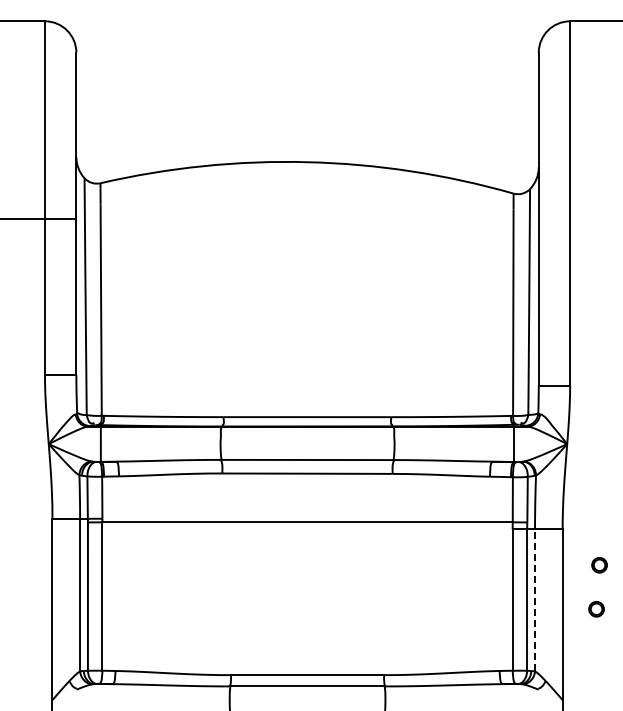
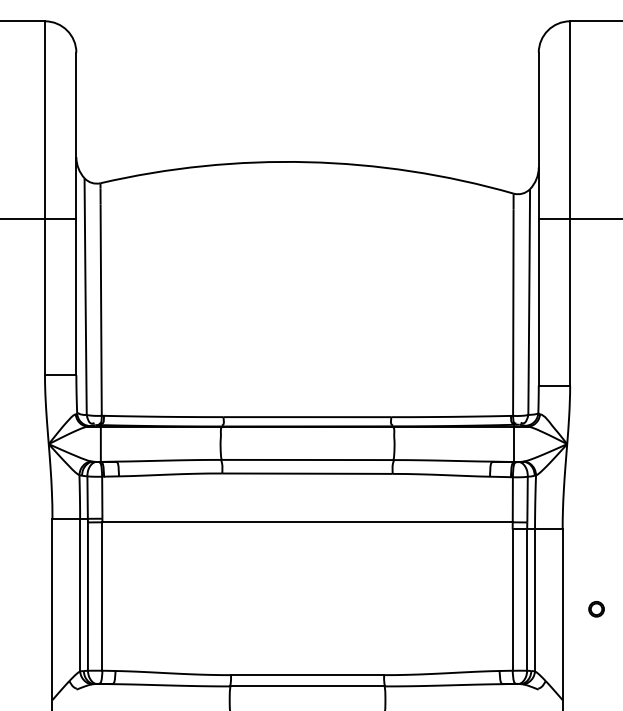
line at (578, 219): none -> present
circle at (599, 565): present -> none
line at (535, 600): dashed -> solid
